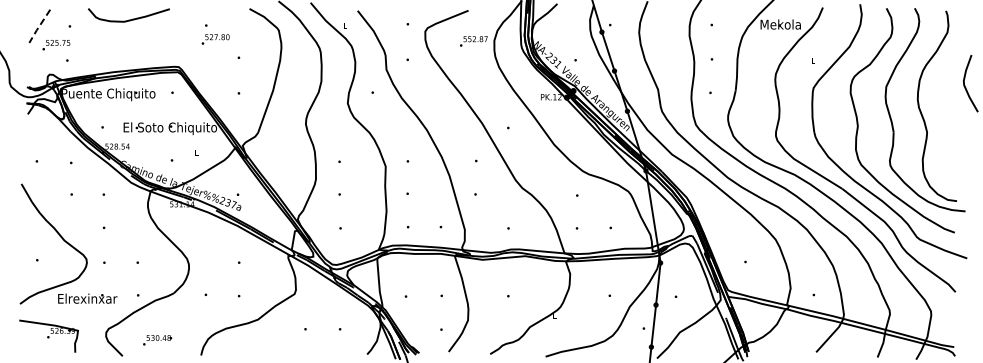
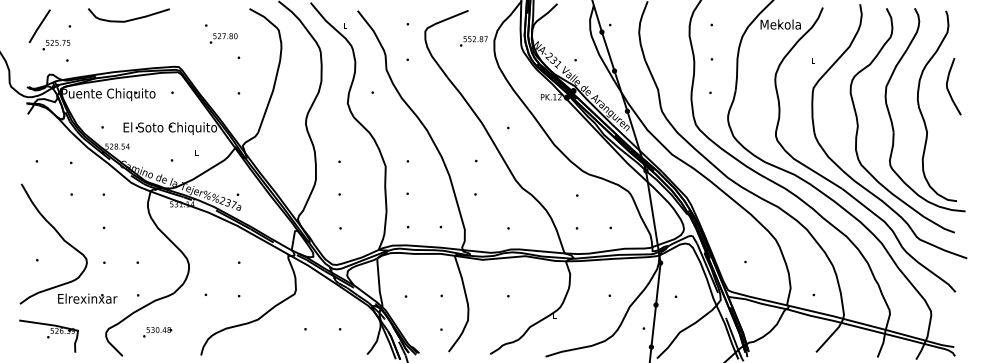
line at (38, 27): dashed -> solid
text at (215, 39) position: (215, 39) -> (223, 38)
curve at (965, 85) position: (965, 85) -> (948, 88)
text at (157, 340) position: (157, 340) -> (157, 332)
